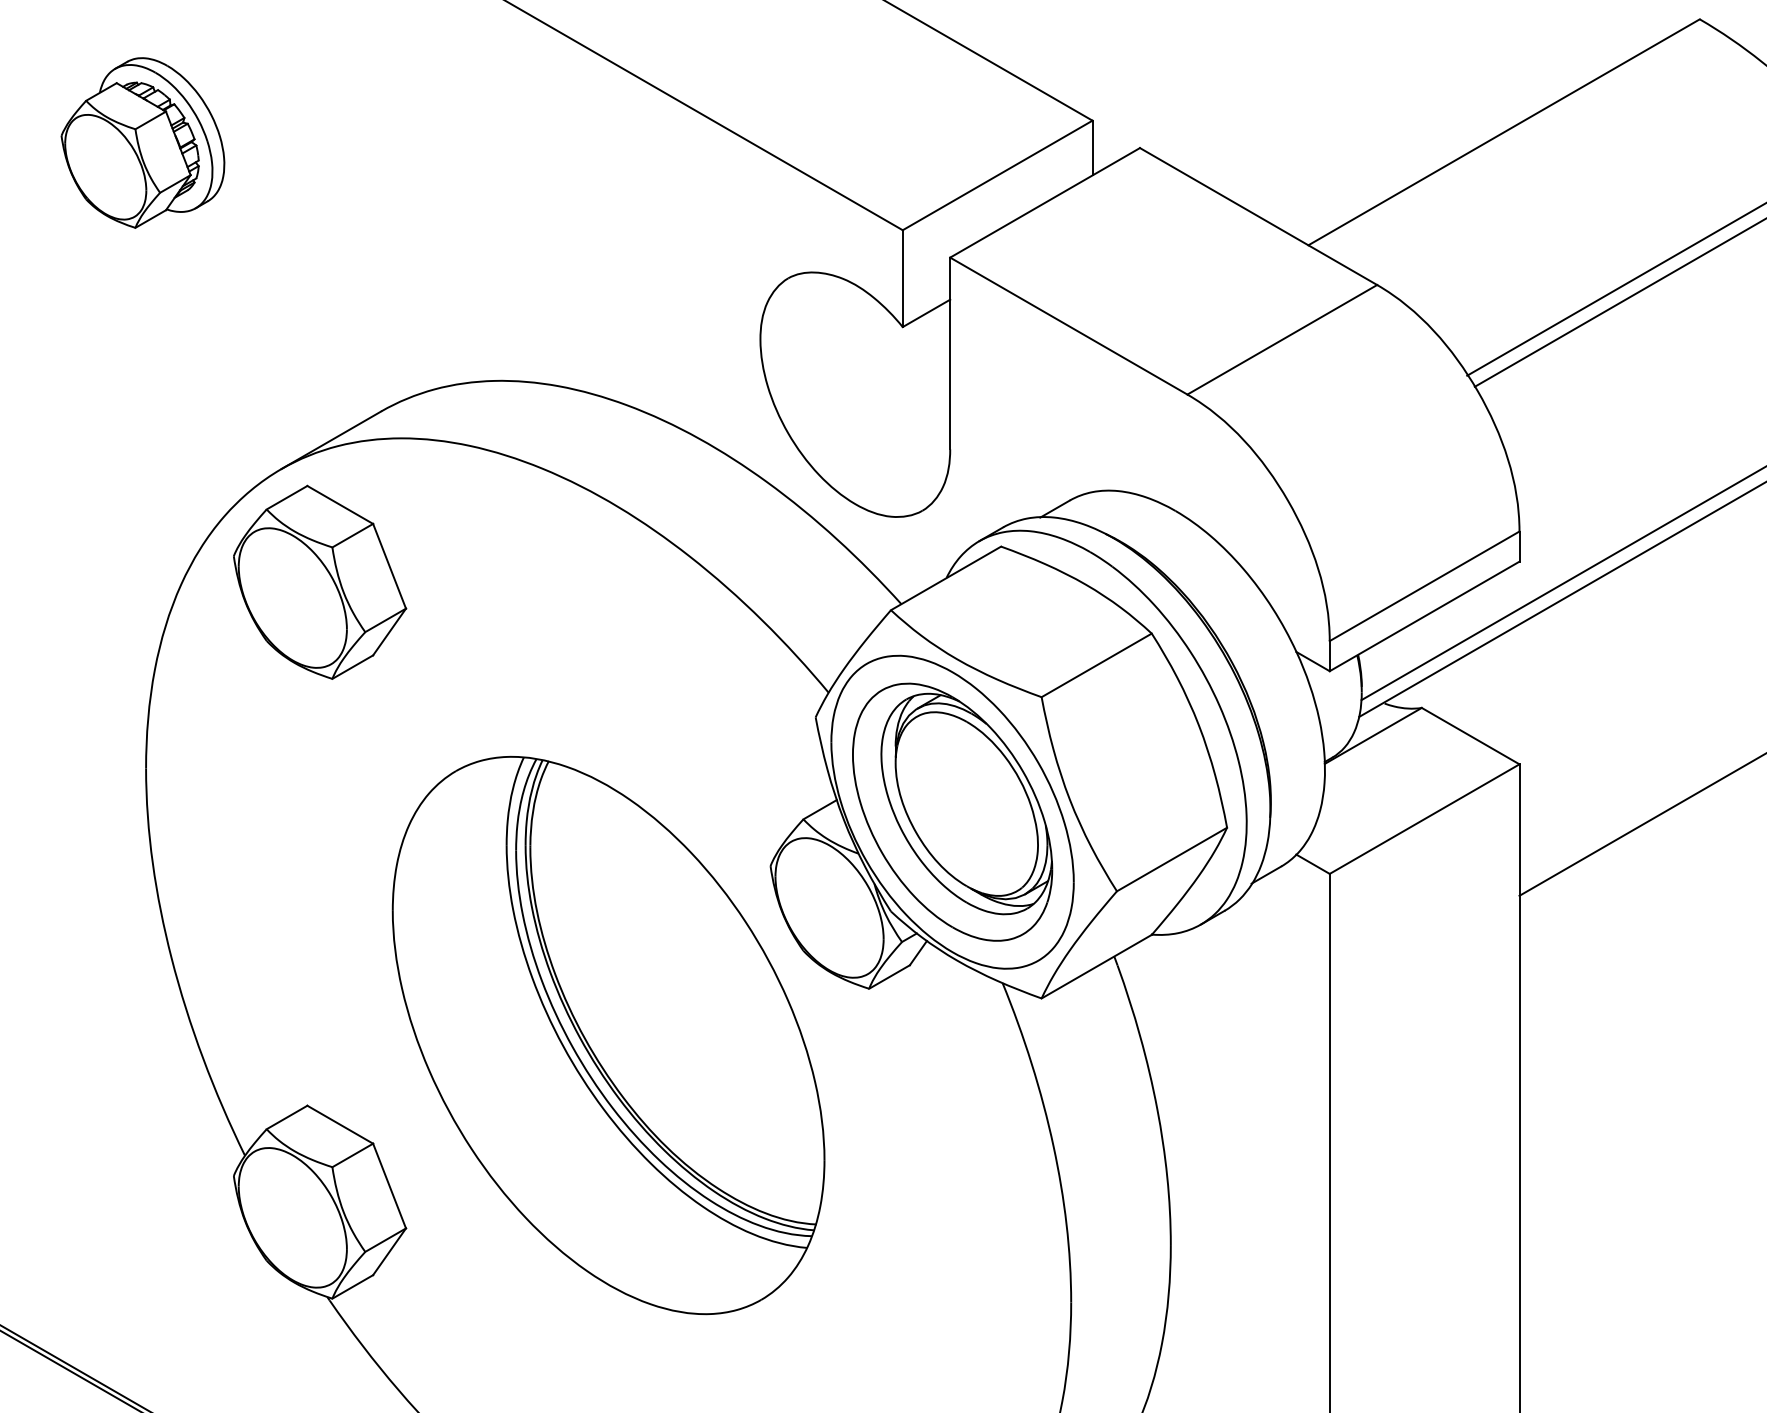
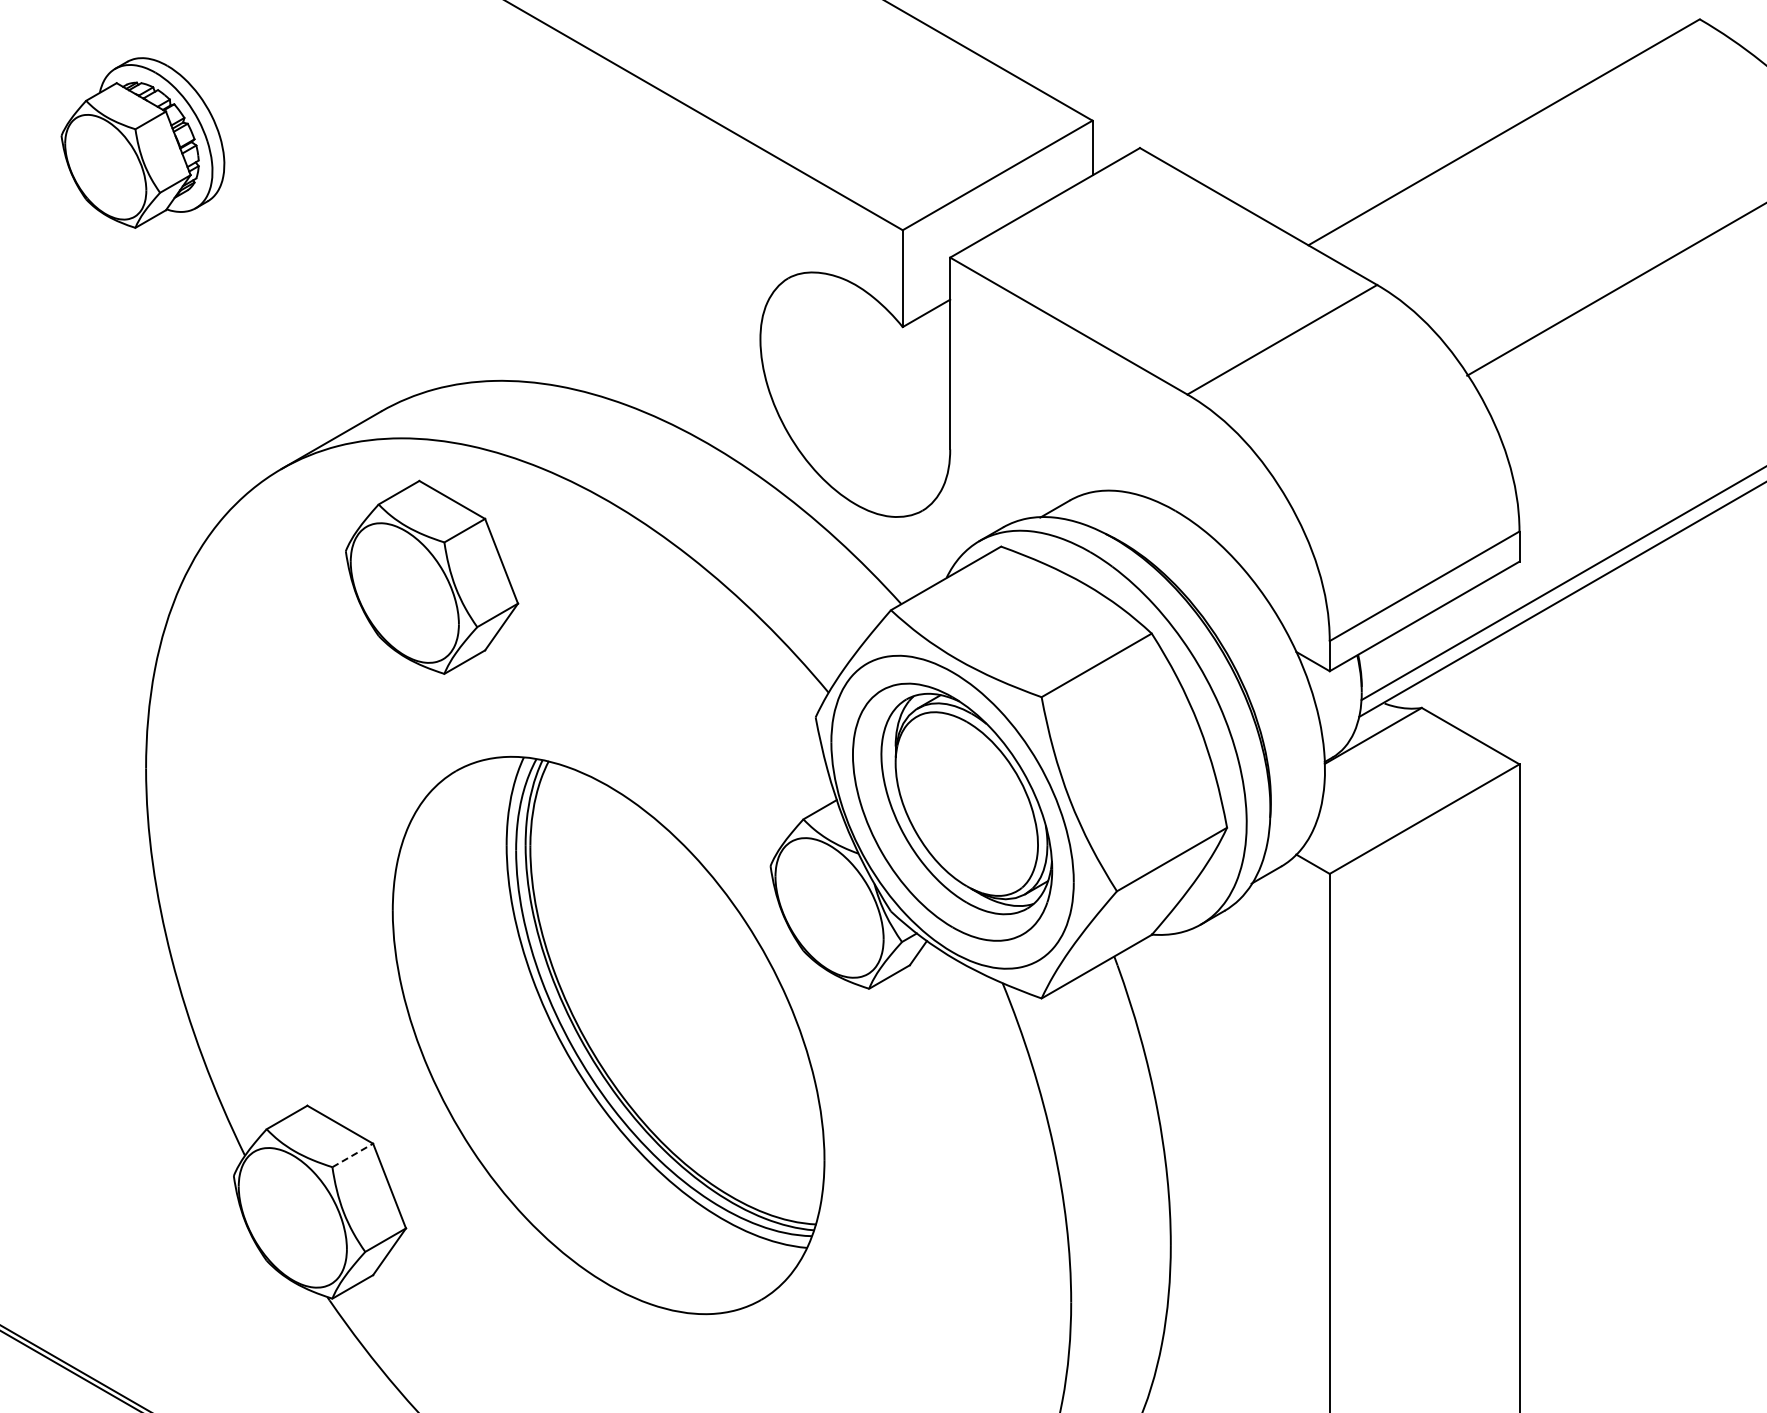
line at (1618, 303): present -> none
part at (320, 581) position: (320, 581) -> (432, 576)
line at (1641, 824): present -> none
line at (352, 1155): solid -> dashed
